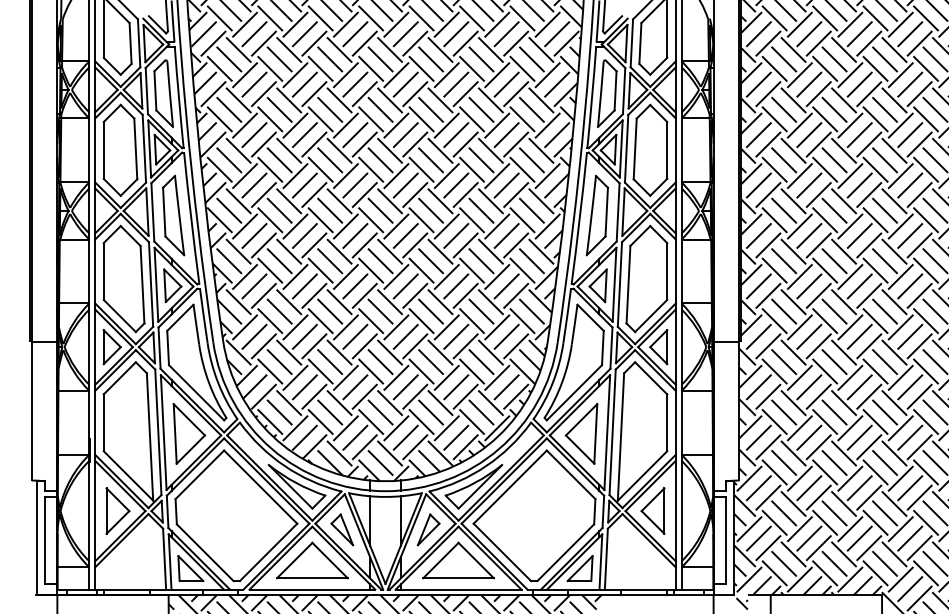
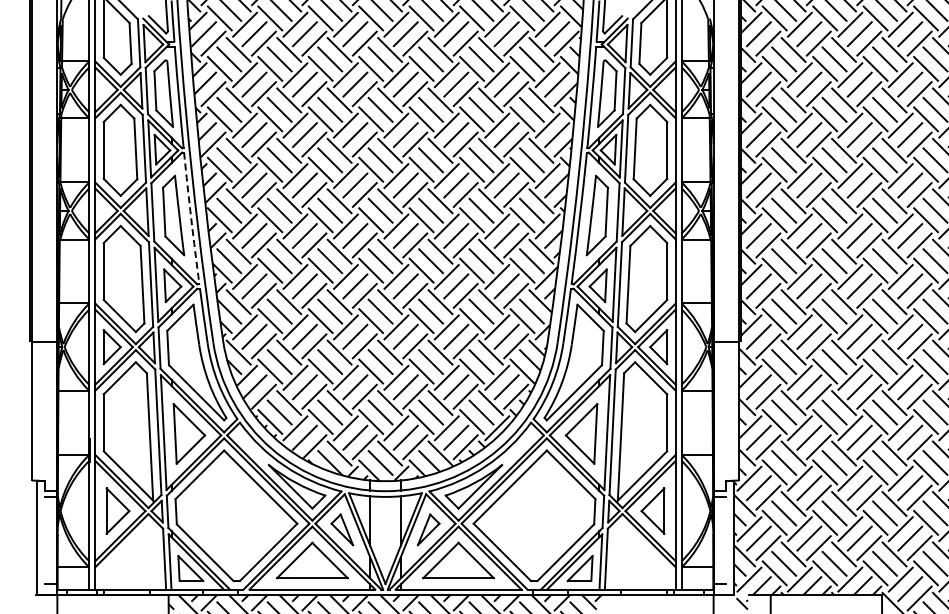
arc at (191, 218): solid -> dashed
line at (44, 539): present -> none
line at (726, 539): present -> none
